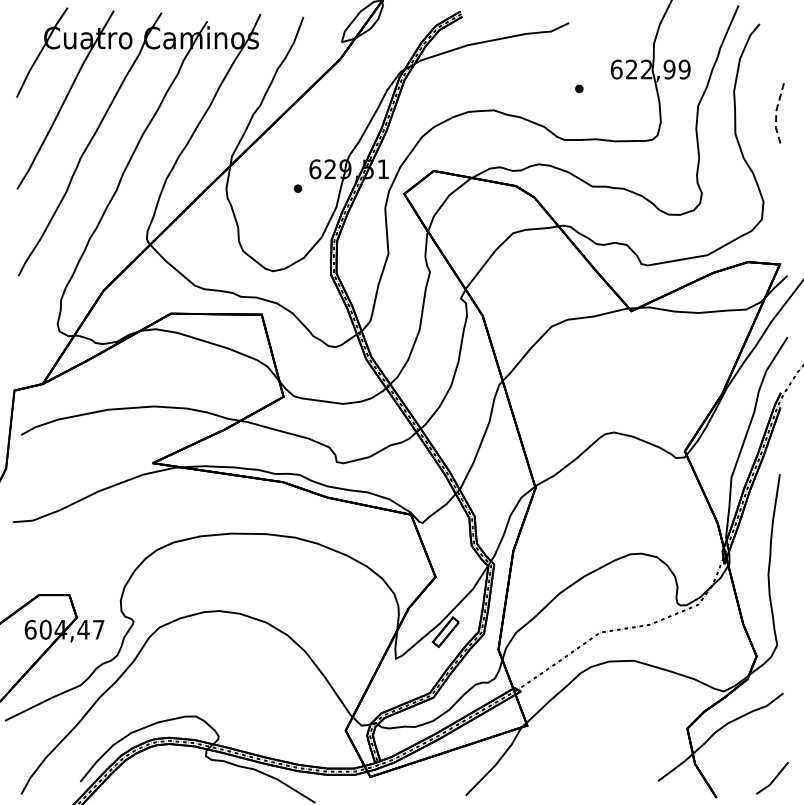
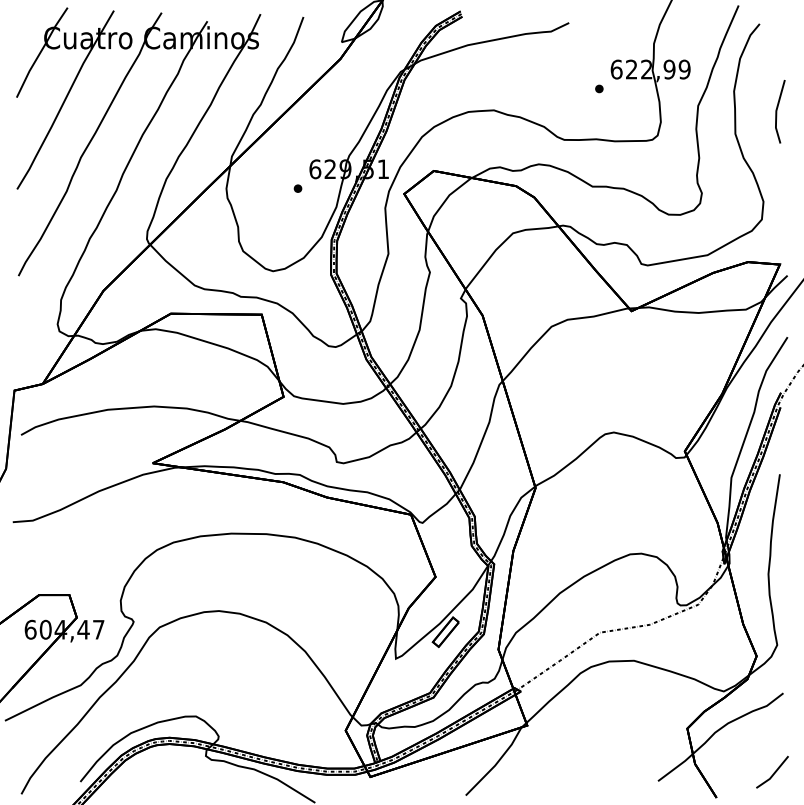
part at (579, 88) position: (579, 88) -> (599, 88)
line at (776, 110): dashed -> solid
line at (773, 778) position: (773, 778) -> (773, 772)
